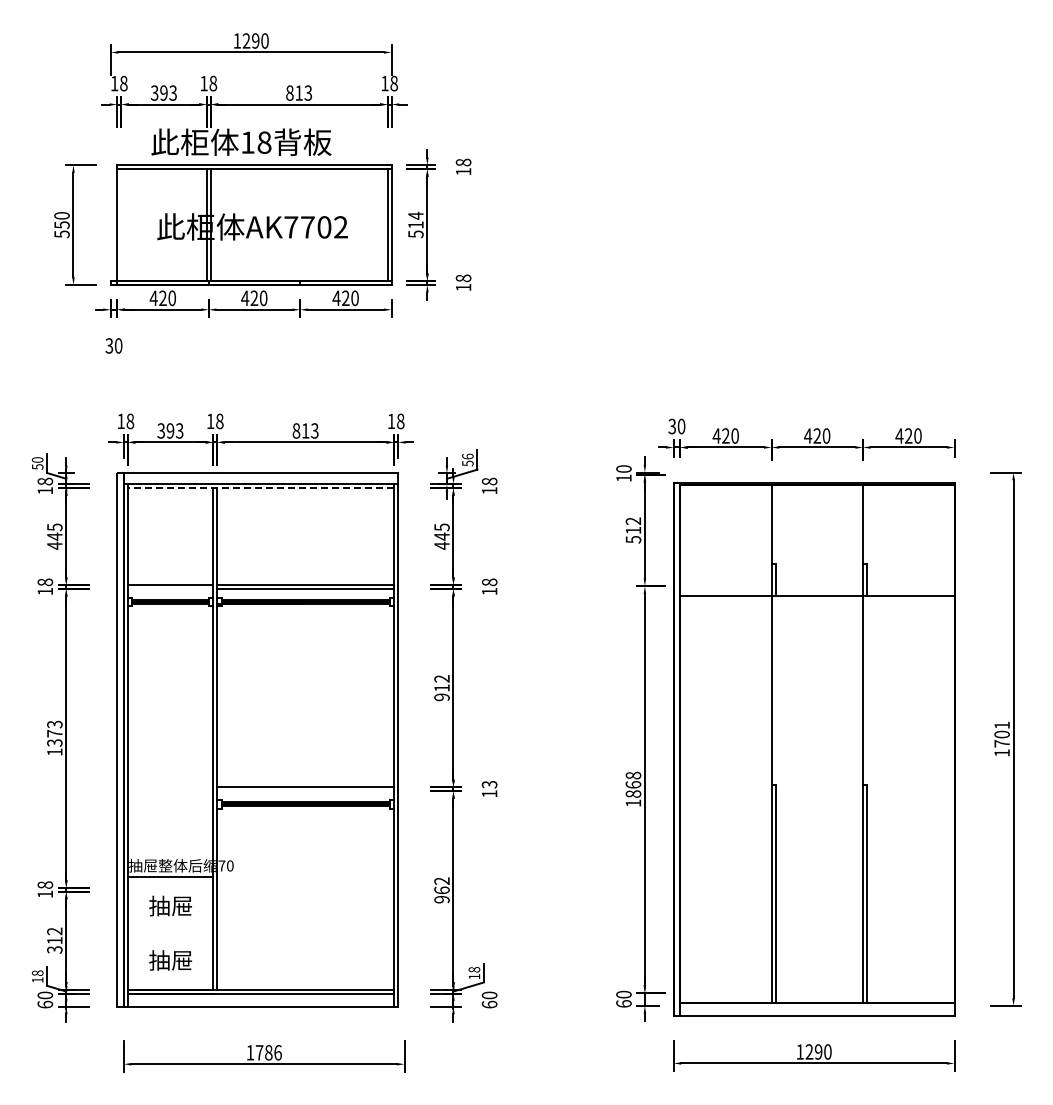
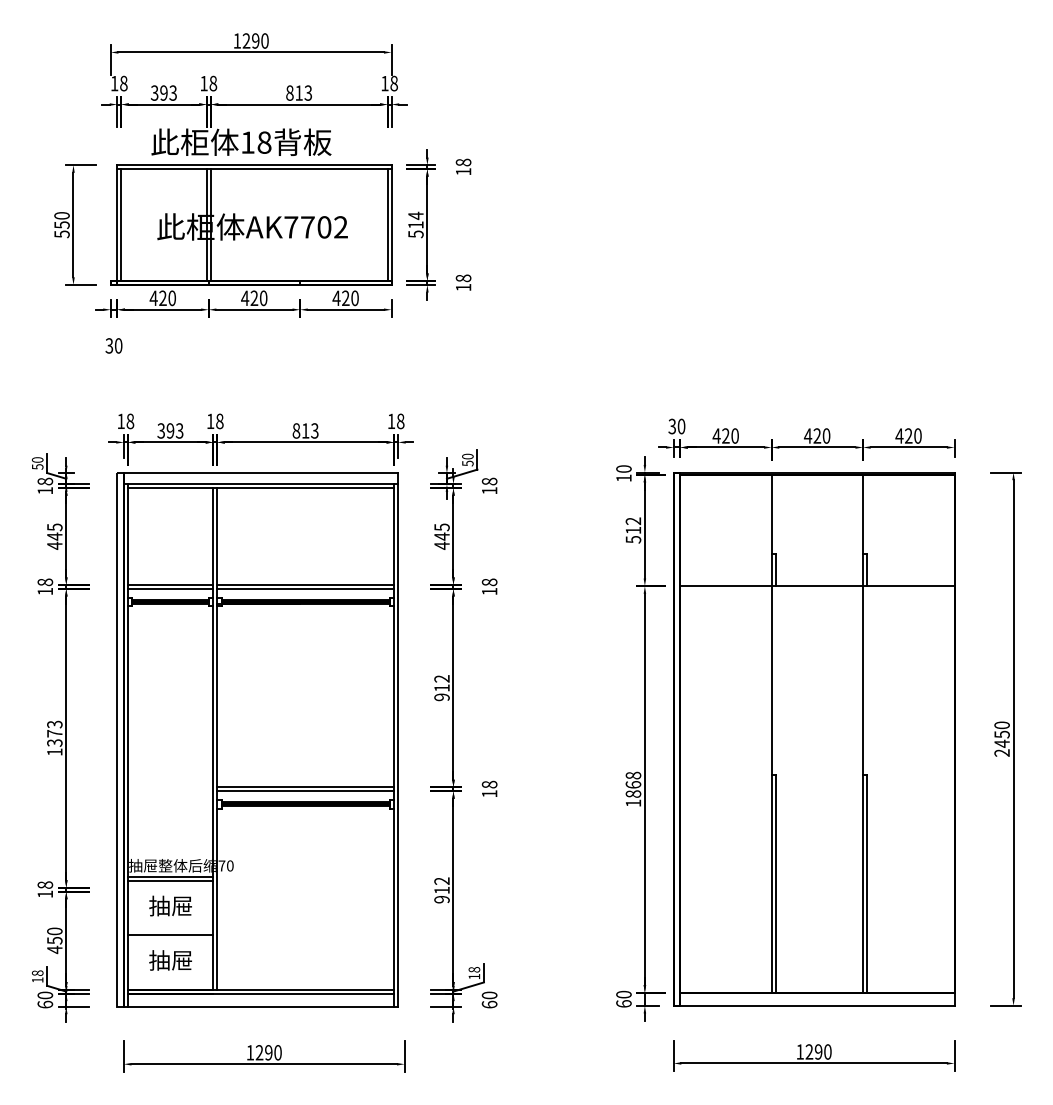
line at (121, 225): none -> present
text at (467, 456): 56 -> 50
line at (260, 488): dashed -> solid
line at (170, 588): none -> present
text at (1001, 738): 1701 -> 2450
part at (814, 749) position: (814, 749) -> (814, 739)
text at (489, 784): 13 -> 18
line at (305, 791): none -> present
line at (170, 880): none -> present
text at (441, 889): 962 -> 912
line at (170, 935): none -> present
text at (54, 940): 312 -> 450
text at (268, 1052): 1786 -> 1290
